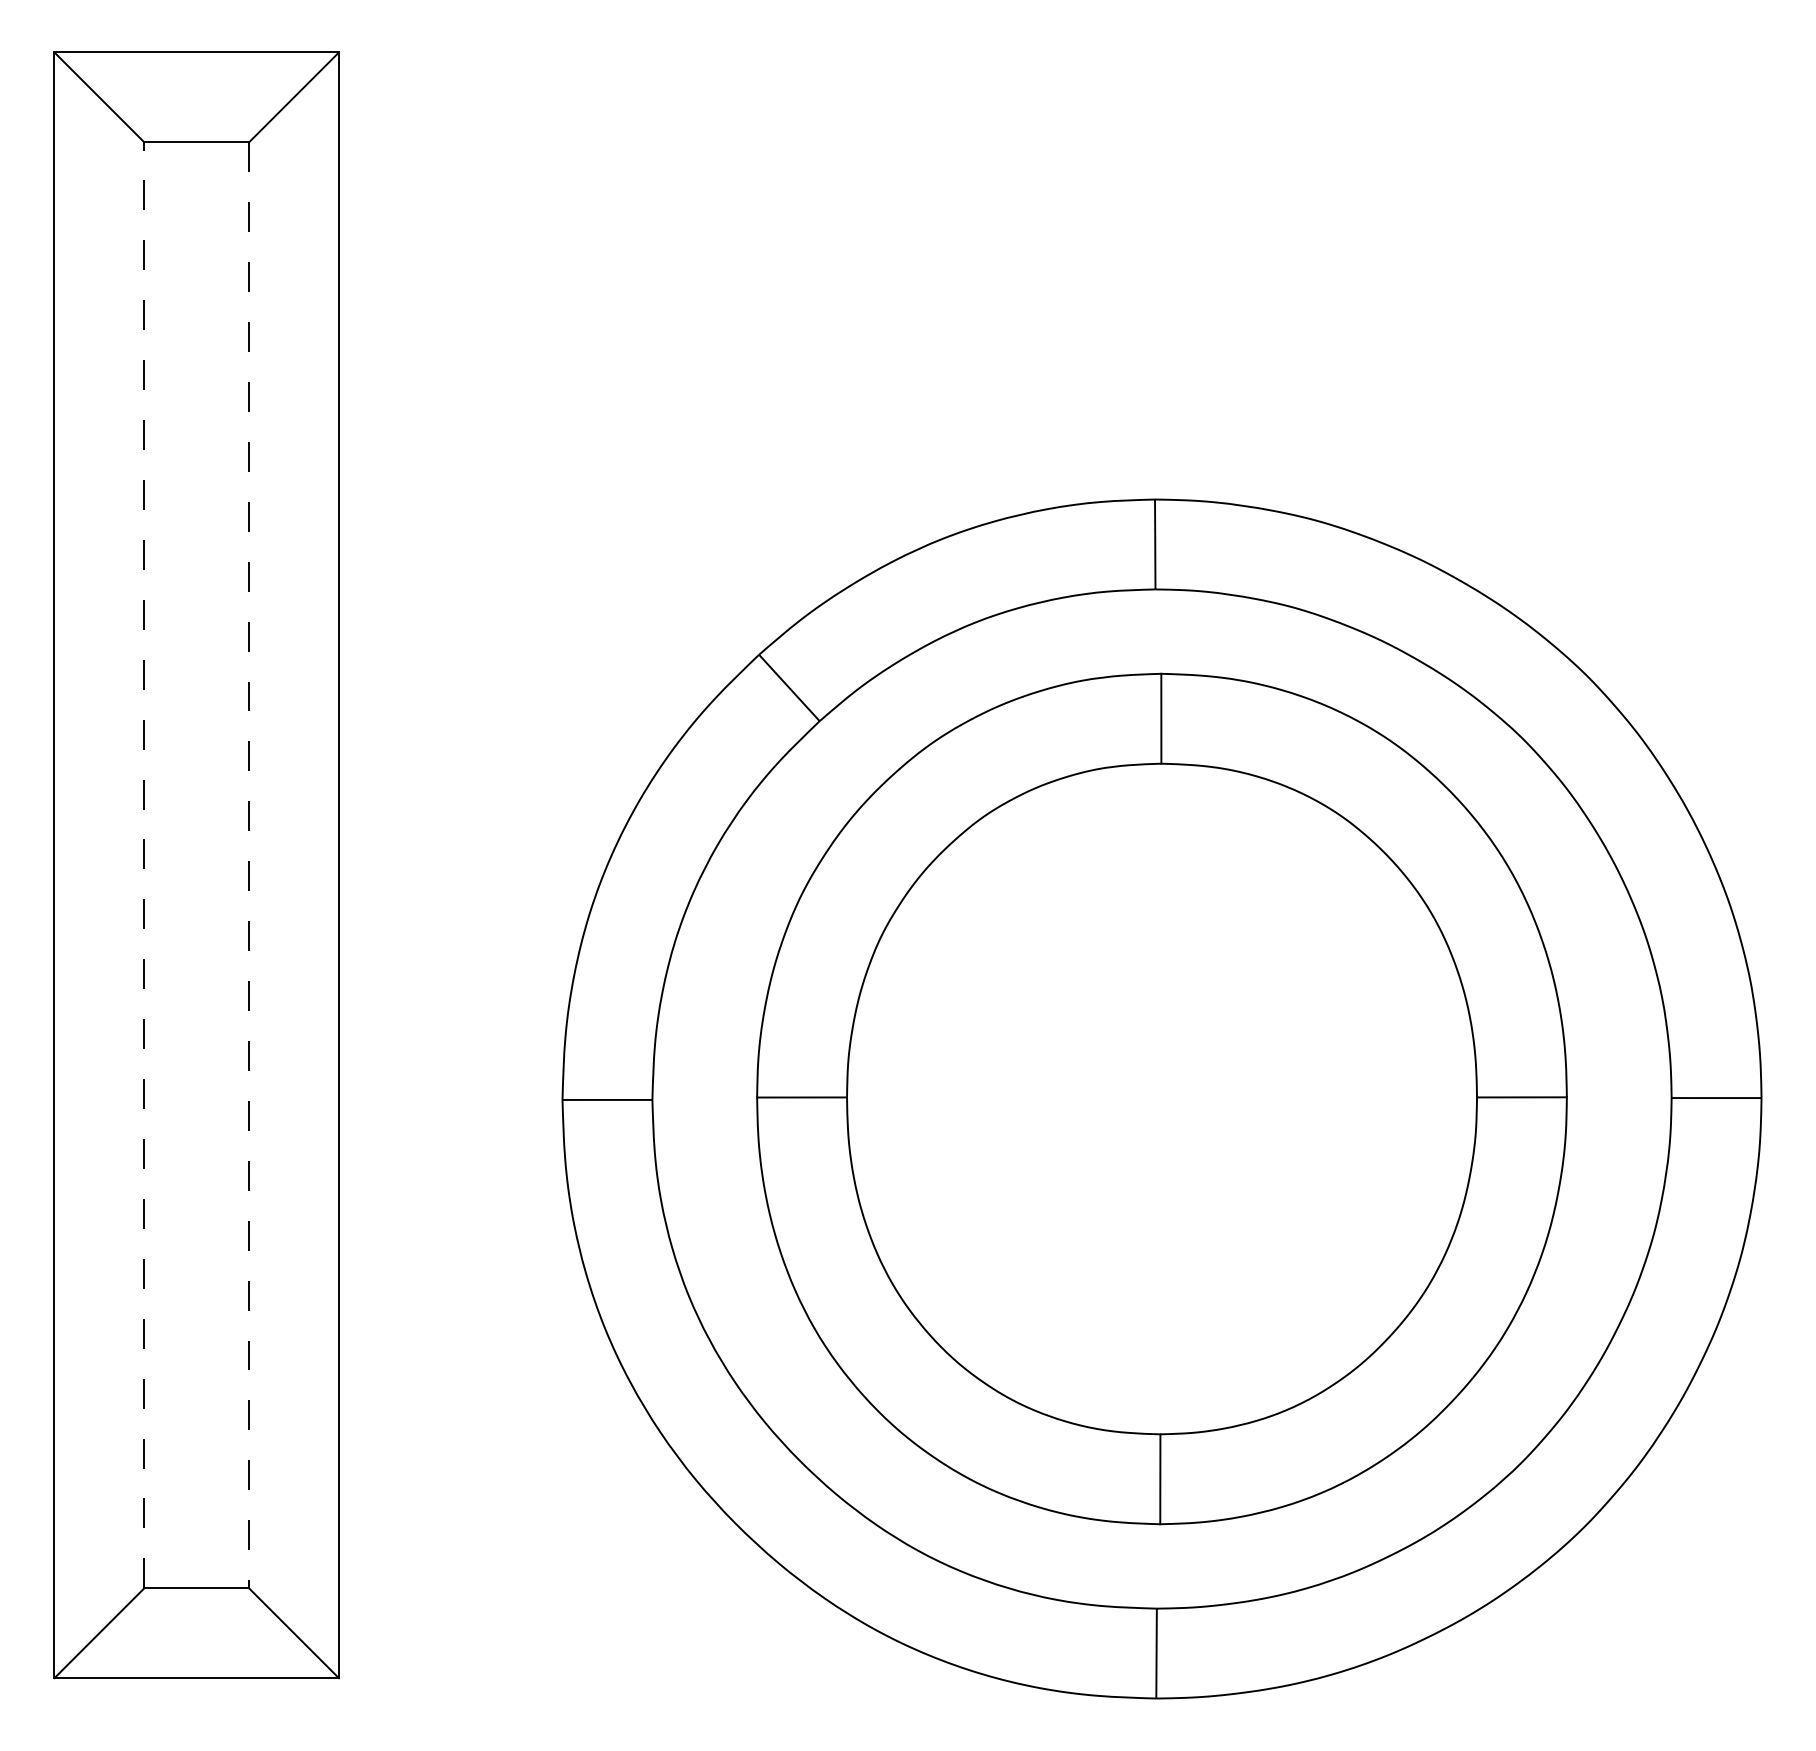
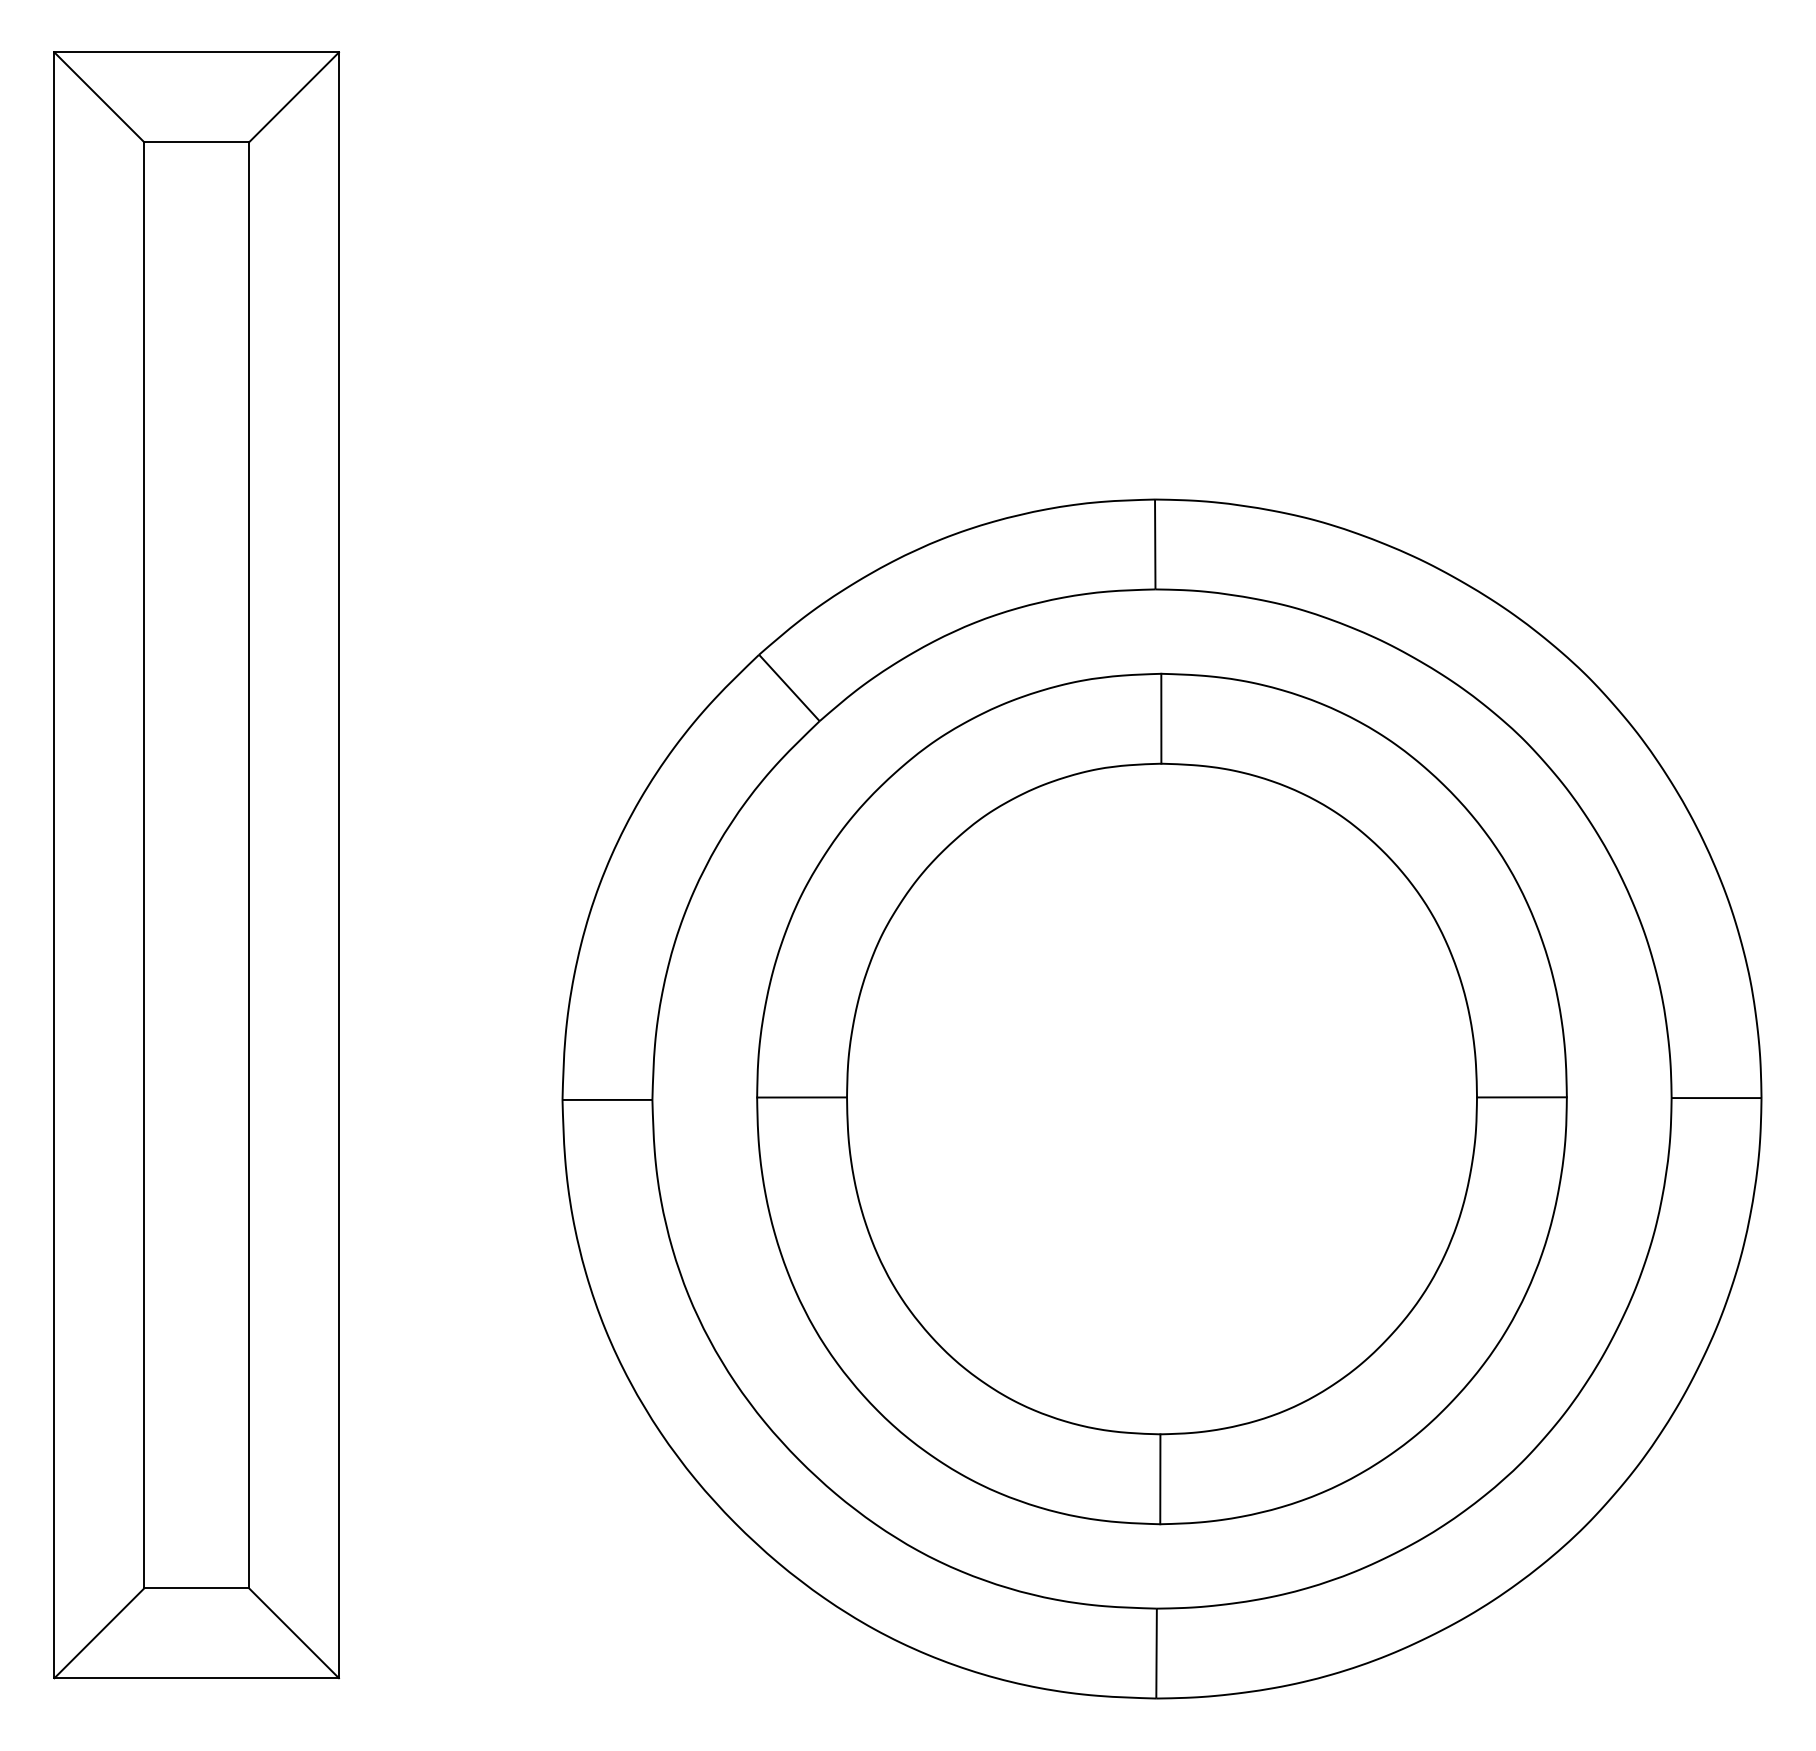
line at (144, 864): dashed -> solid
line at (249, 865): dashed -> solid
